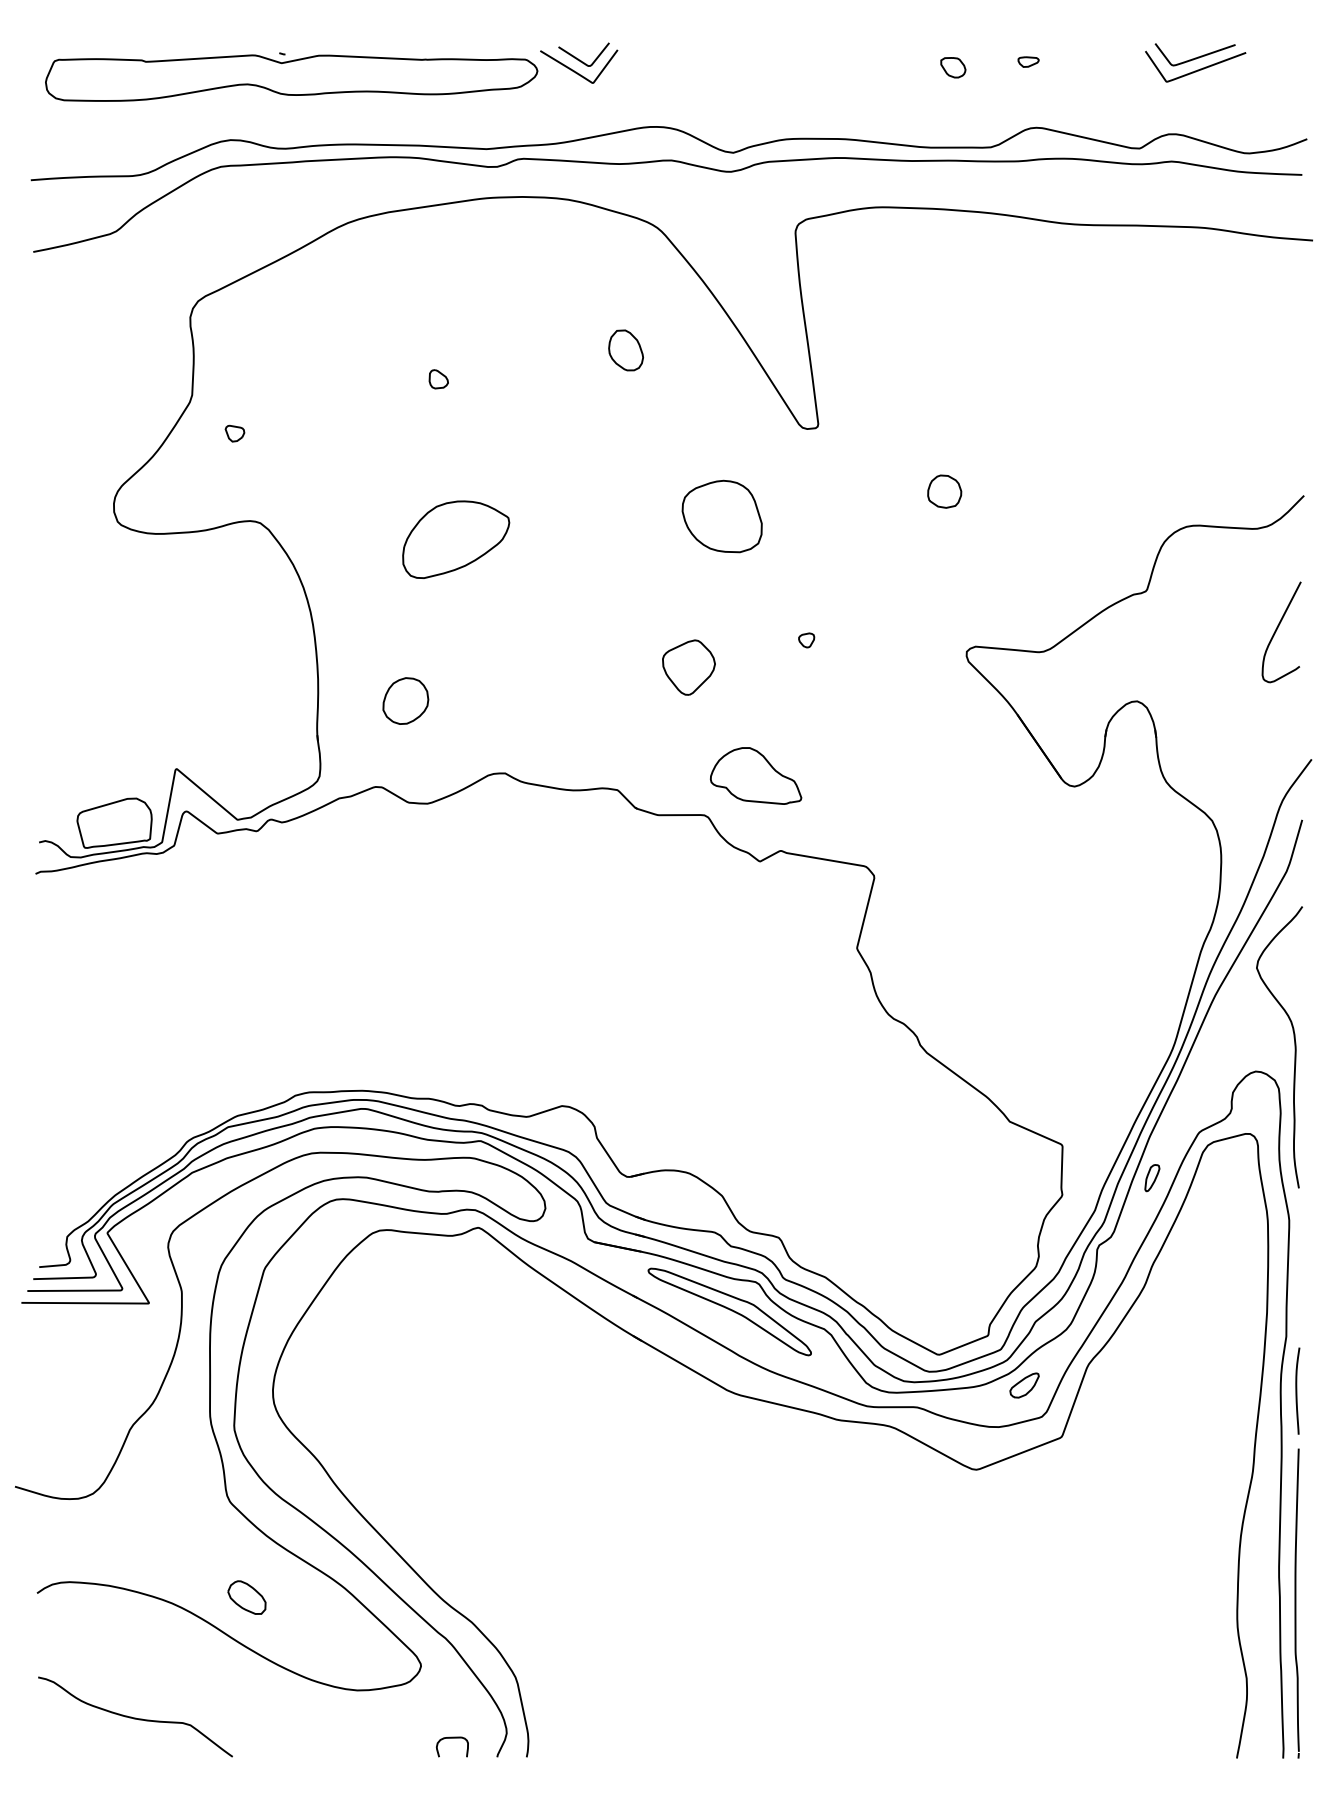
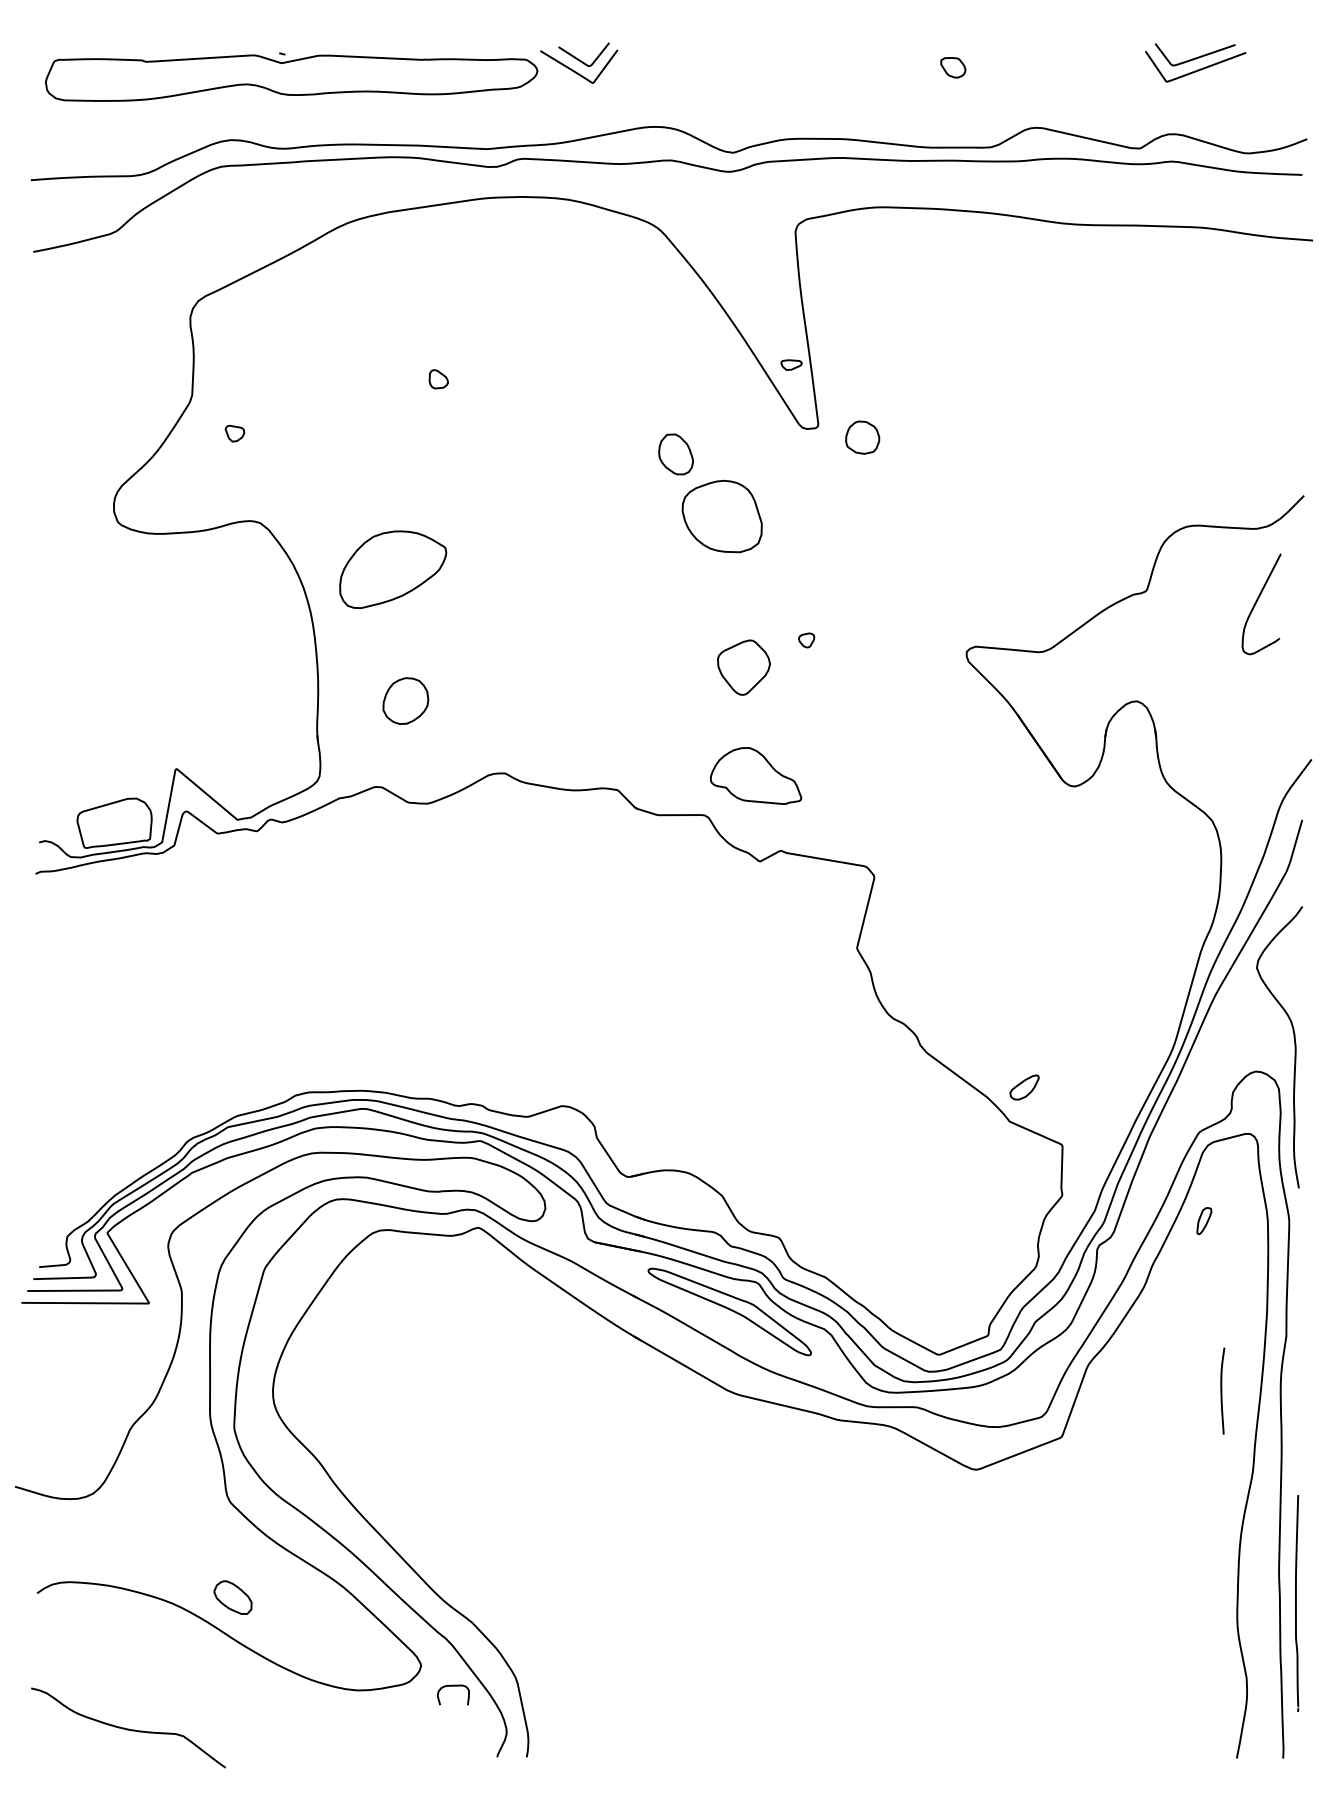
part at (1028, 61) position: (1028, 61) -> (791, 364)
part at (625, 350) position: (625, 350) -> (675, 454)
part at (944, 491) position: (944, 491) -> (862, 437)
part at (456, 539) position: (456, 539) -> (393, 569)
curve at (1278, 628) position: (1278, 628) -> (1258, 600)
part at (688, 667) position: (688, 667) -> (743, 667)
part at (1152, 1178) position: (1152, 1178) -> (1204, 1221)
part at (1024, 1385) position: (1024, 1385) -> (1024, 1087)
curve at (1297, 1390) position: (1297, 1390) -> (1222, 1390)
part at (246, 1597) position: (246, 1597) -> (232, 1597)
part at (1296, 1603) size: 6x311 px -> 5x217 px
curve at (135, 1717) position: (135, 1717) -> (128, 1728)
curve at (452, 1738) position: (452, 1738) -> (453, 1686)
